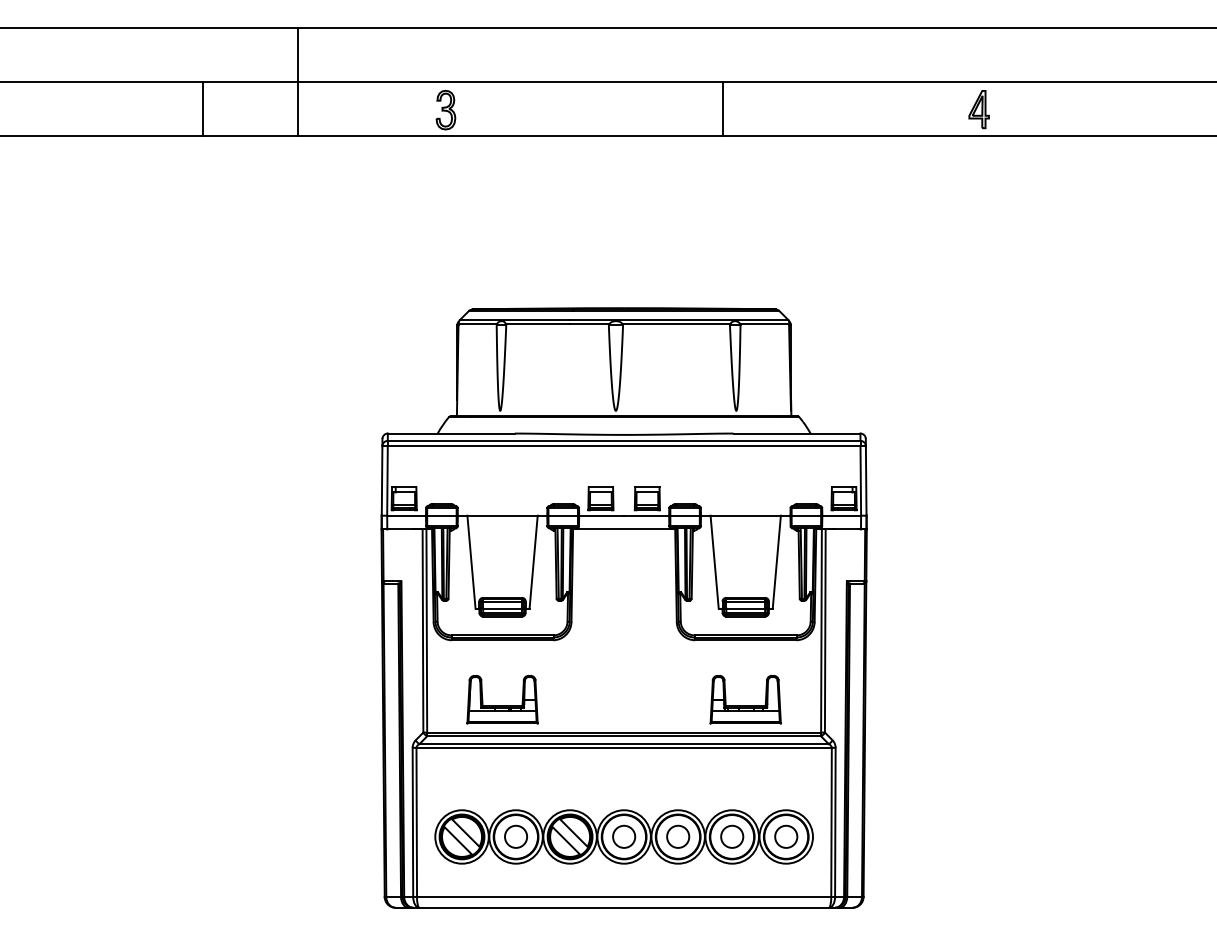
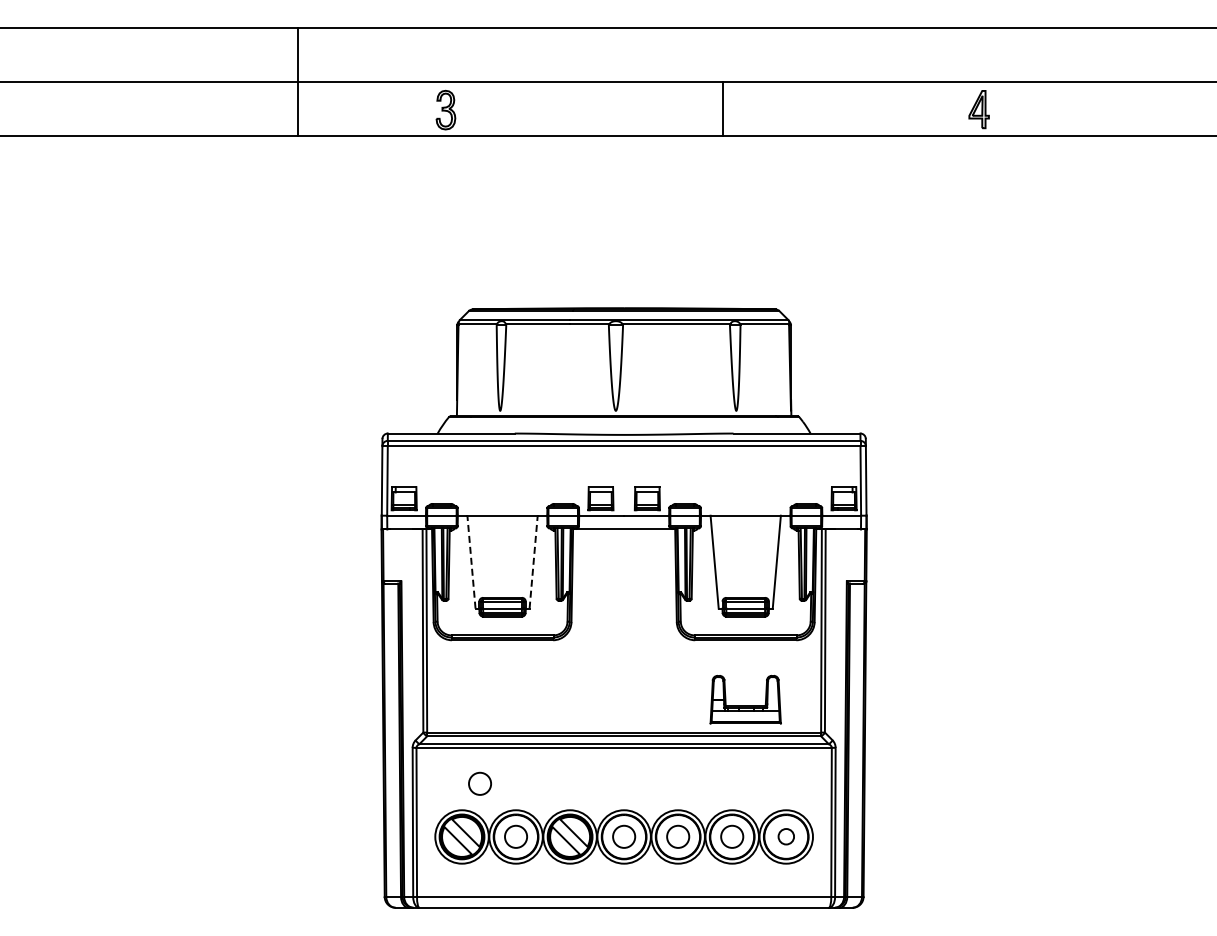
line at (202, 109): present -> none
line at (471, 562): solid -> dashed
line at (533, 562): solid -> dashed
part at (502, 699): present -> none
circle at (479, 783): none -> present
circle at (786, 836) size: 25x25 px -> 18x18 px
